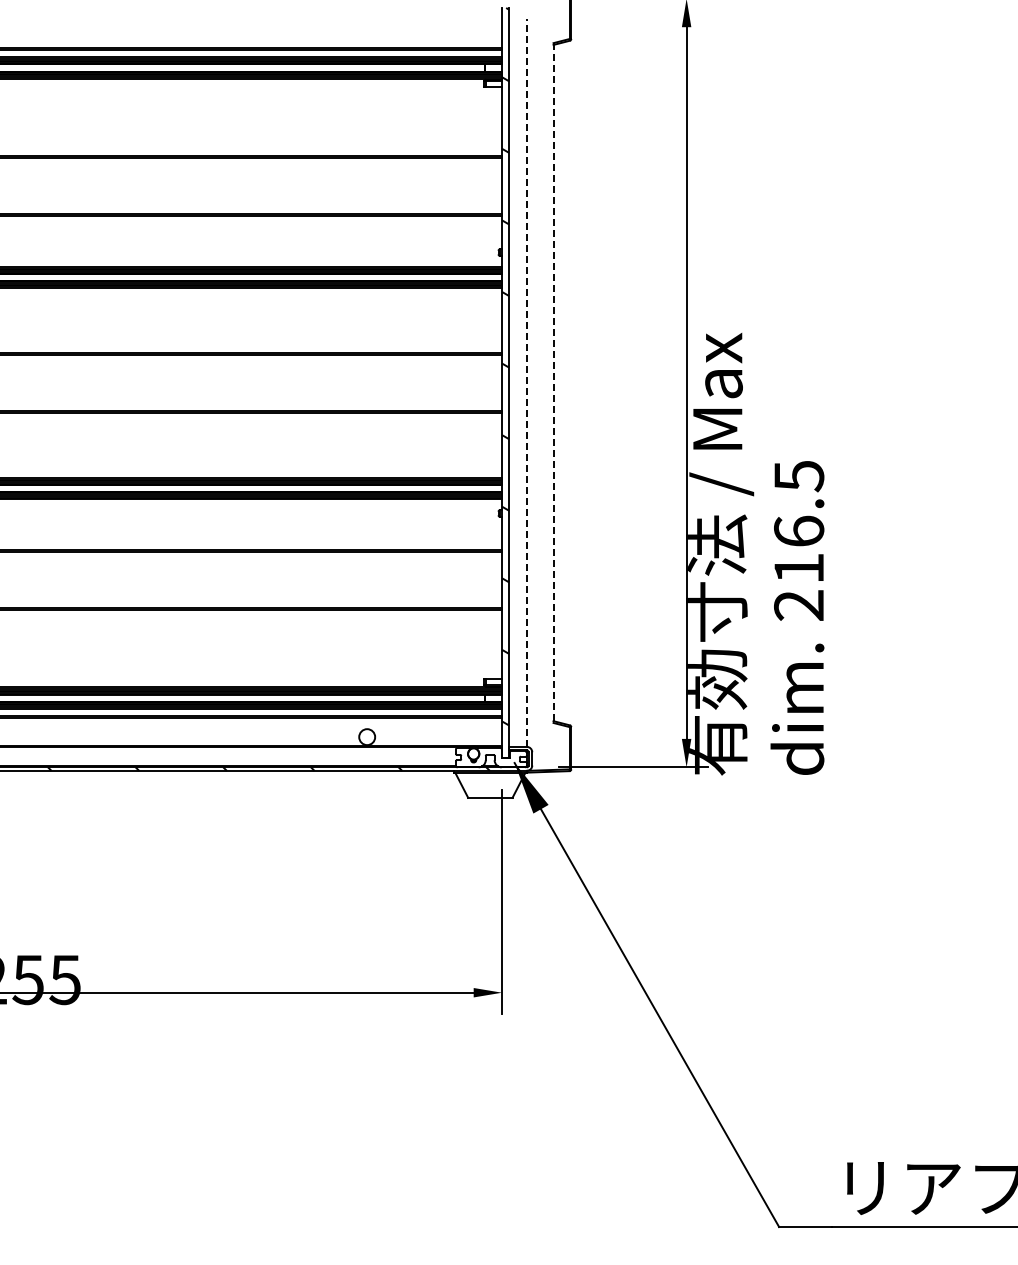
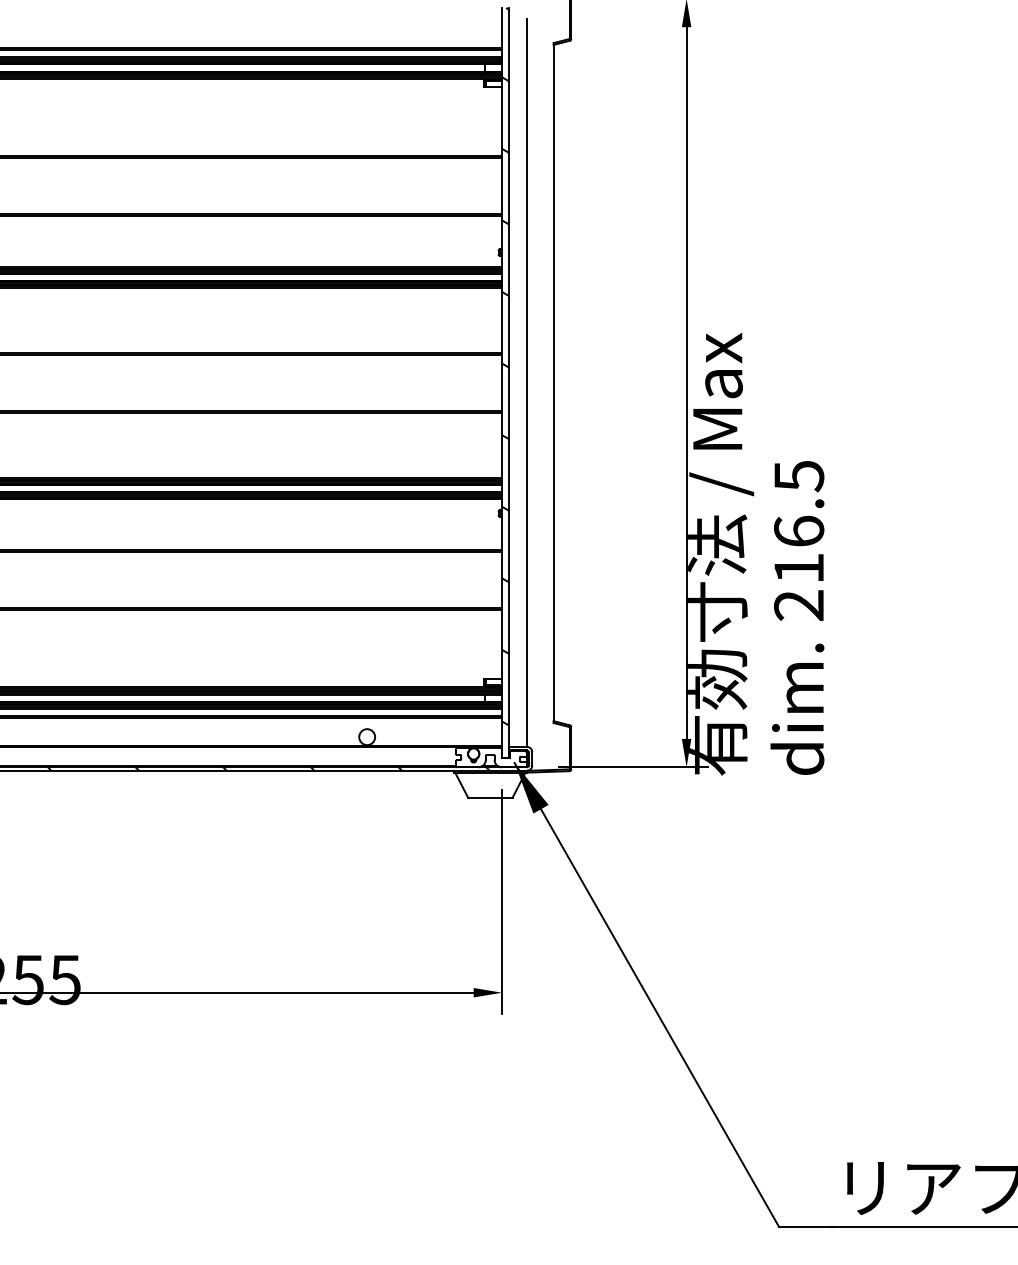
line at (526, 383): dashed -> solid
line at (553, 383): dashed -> solid
